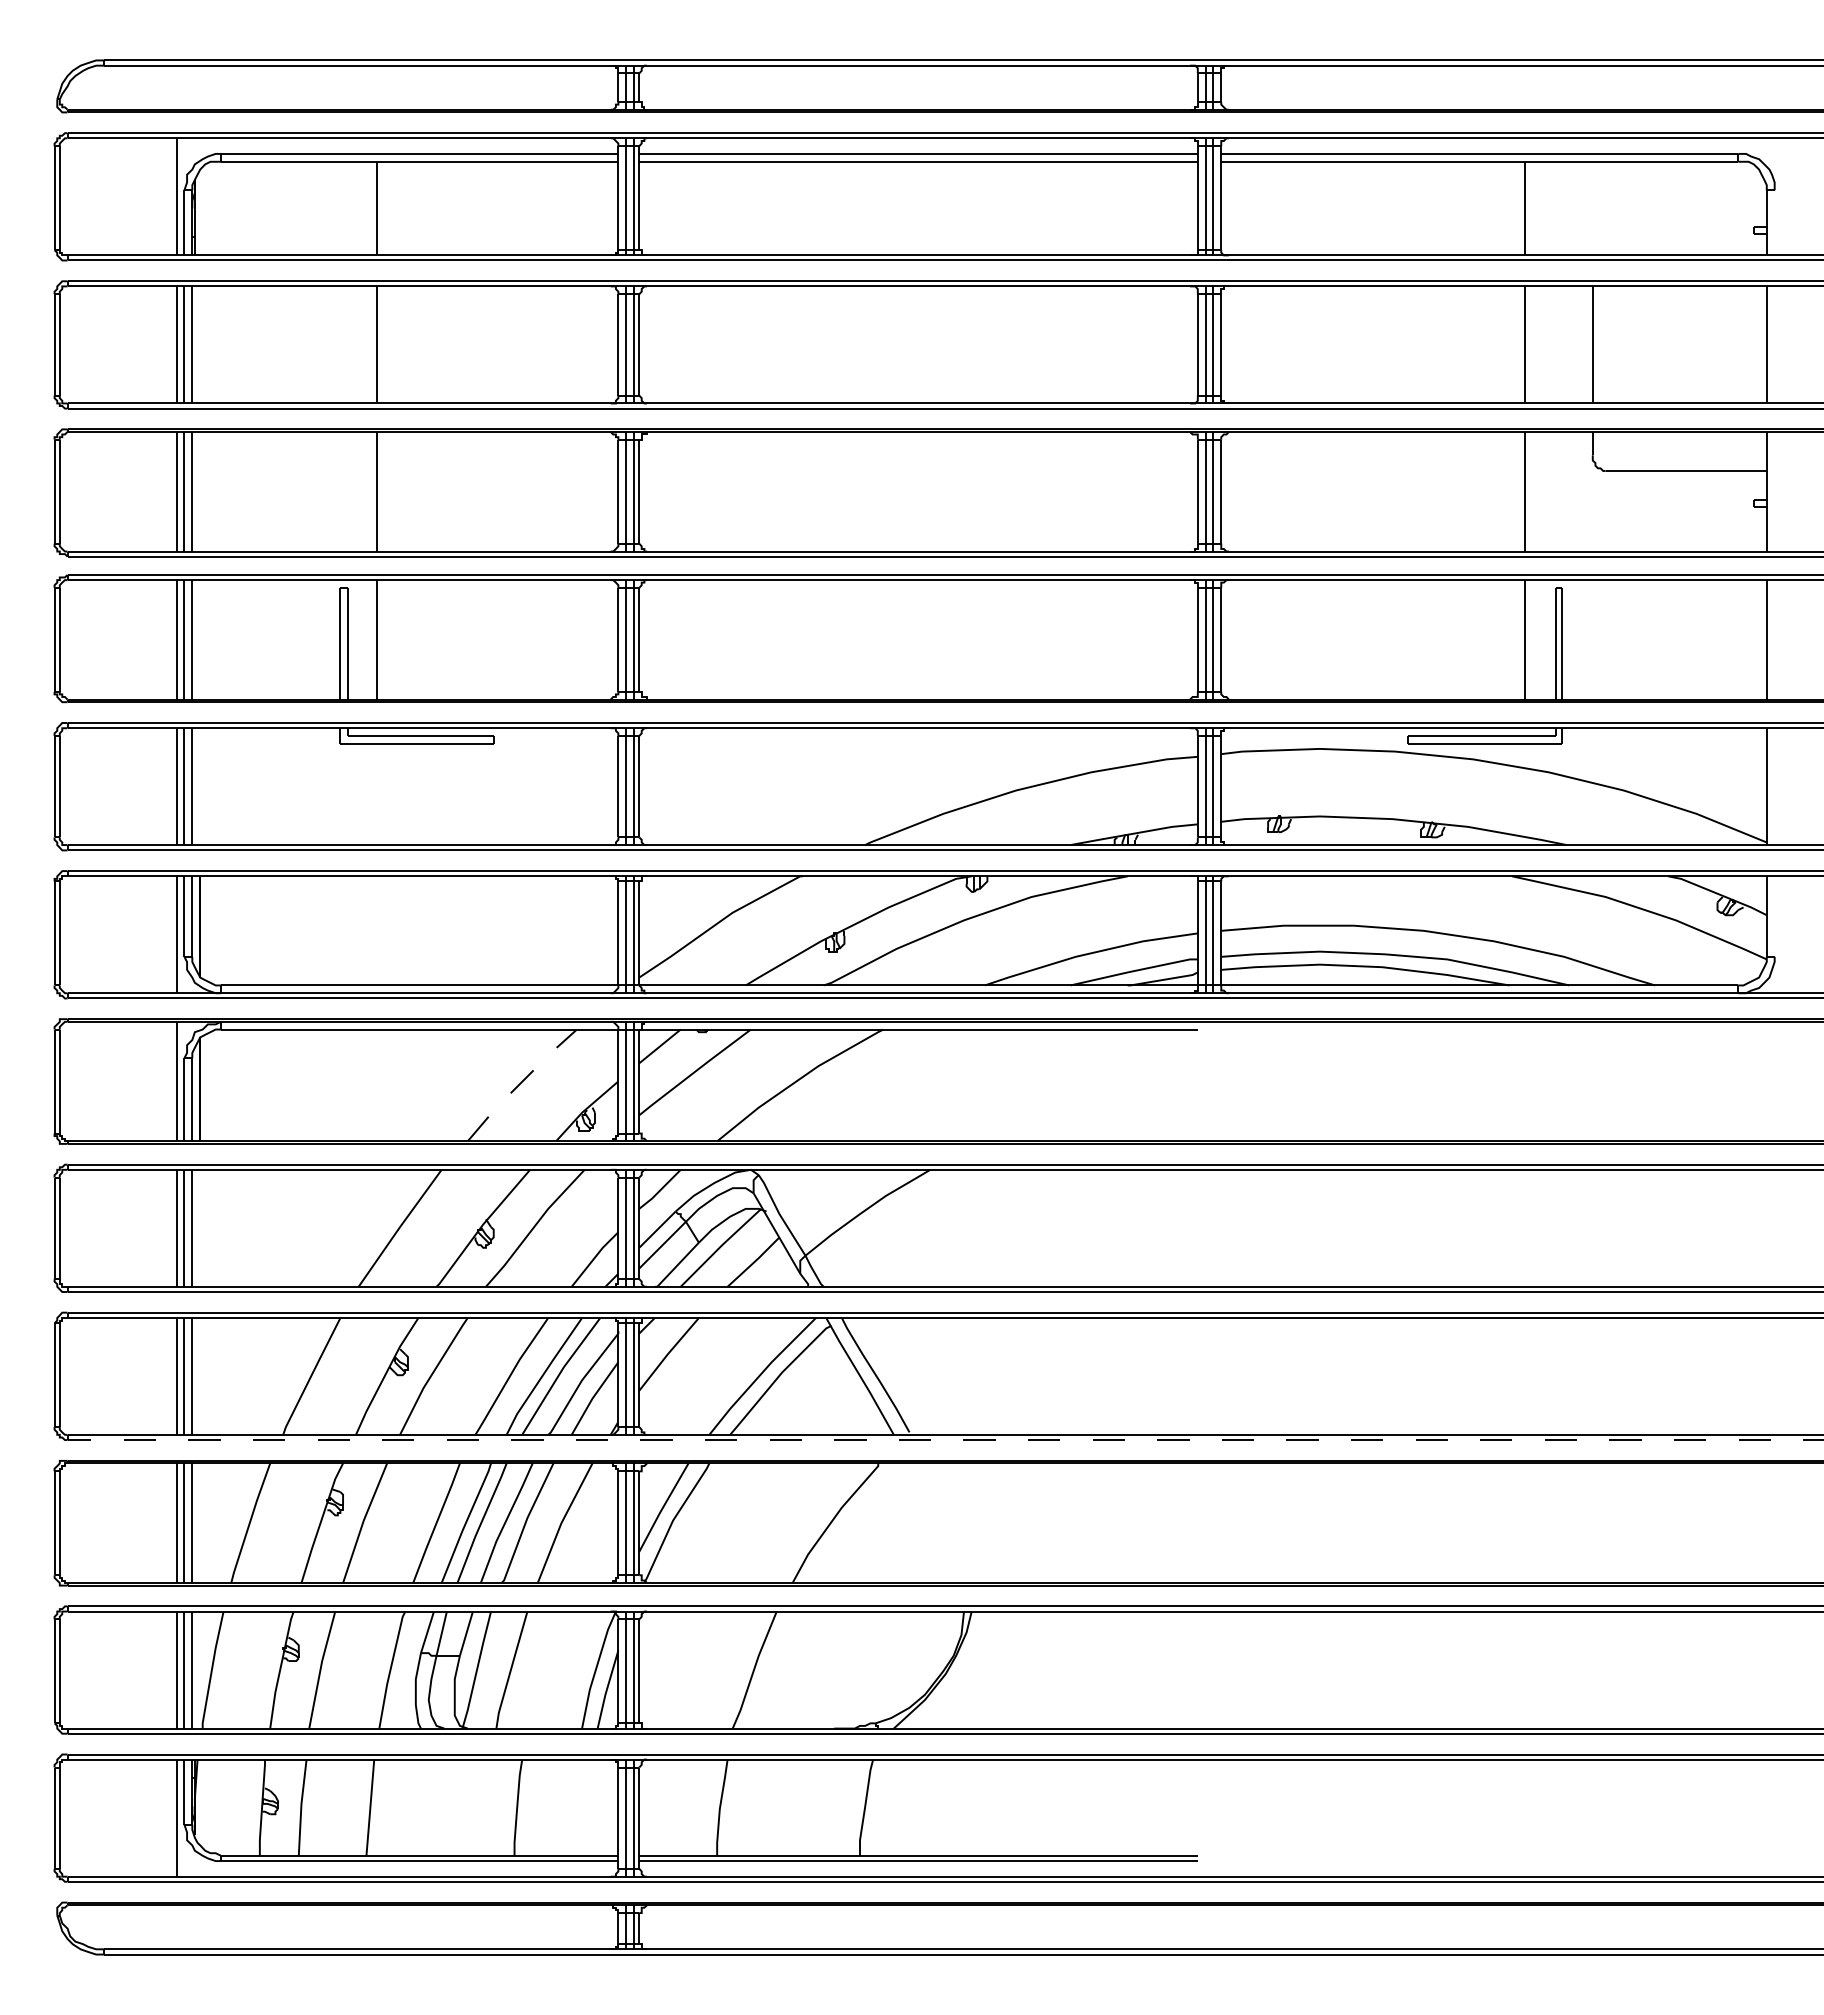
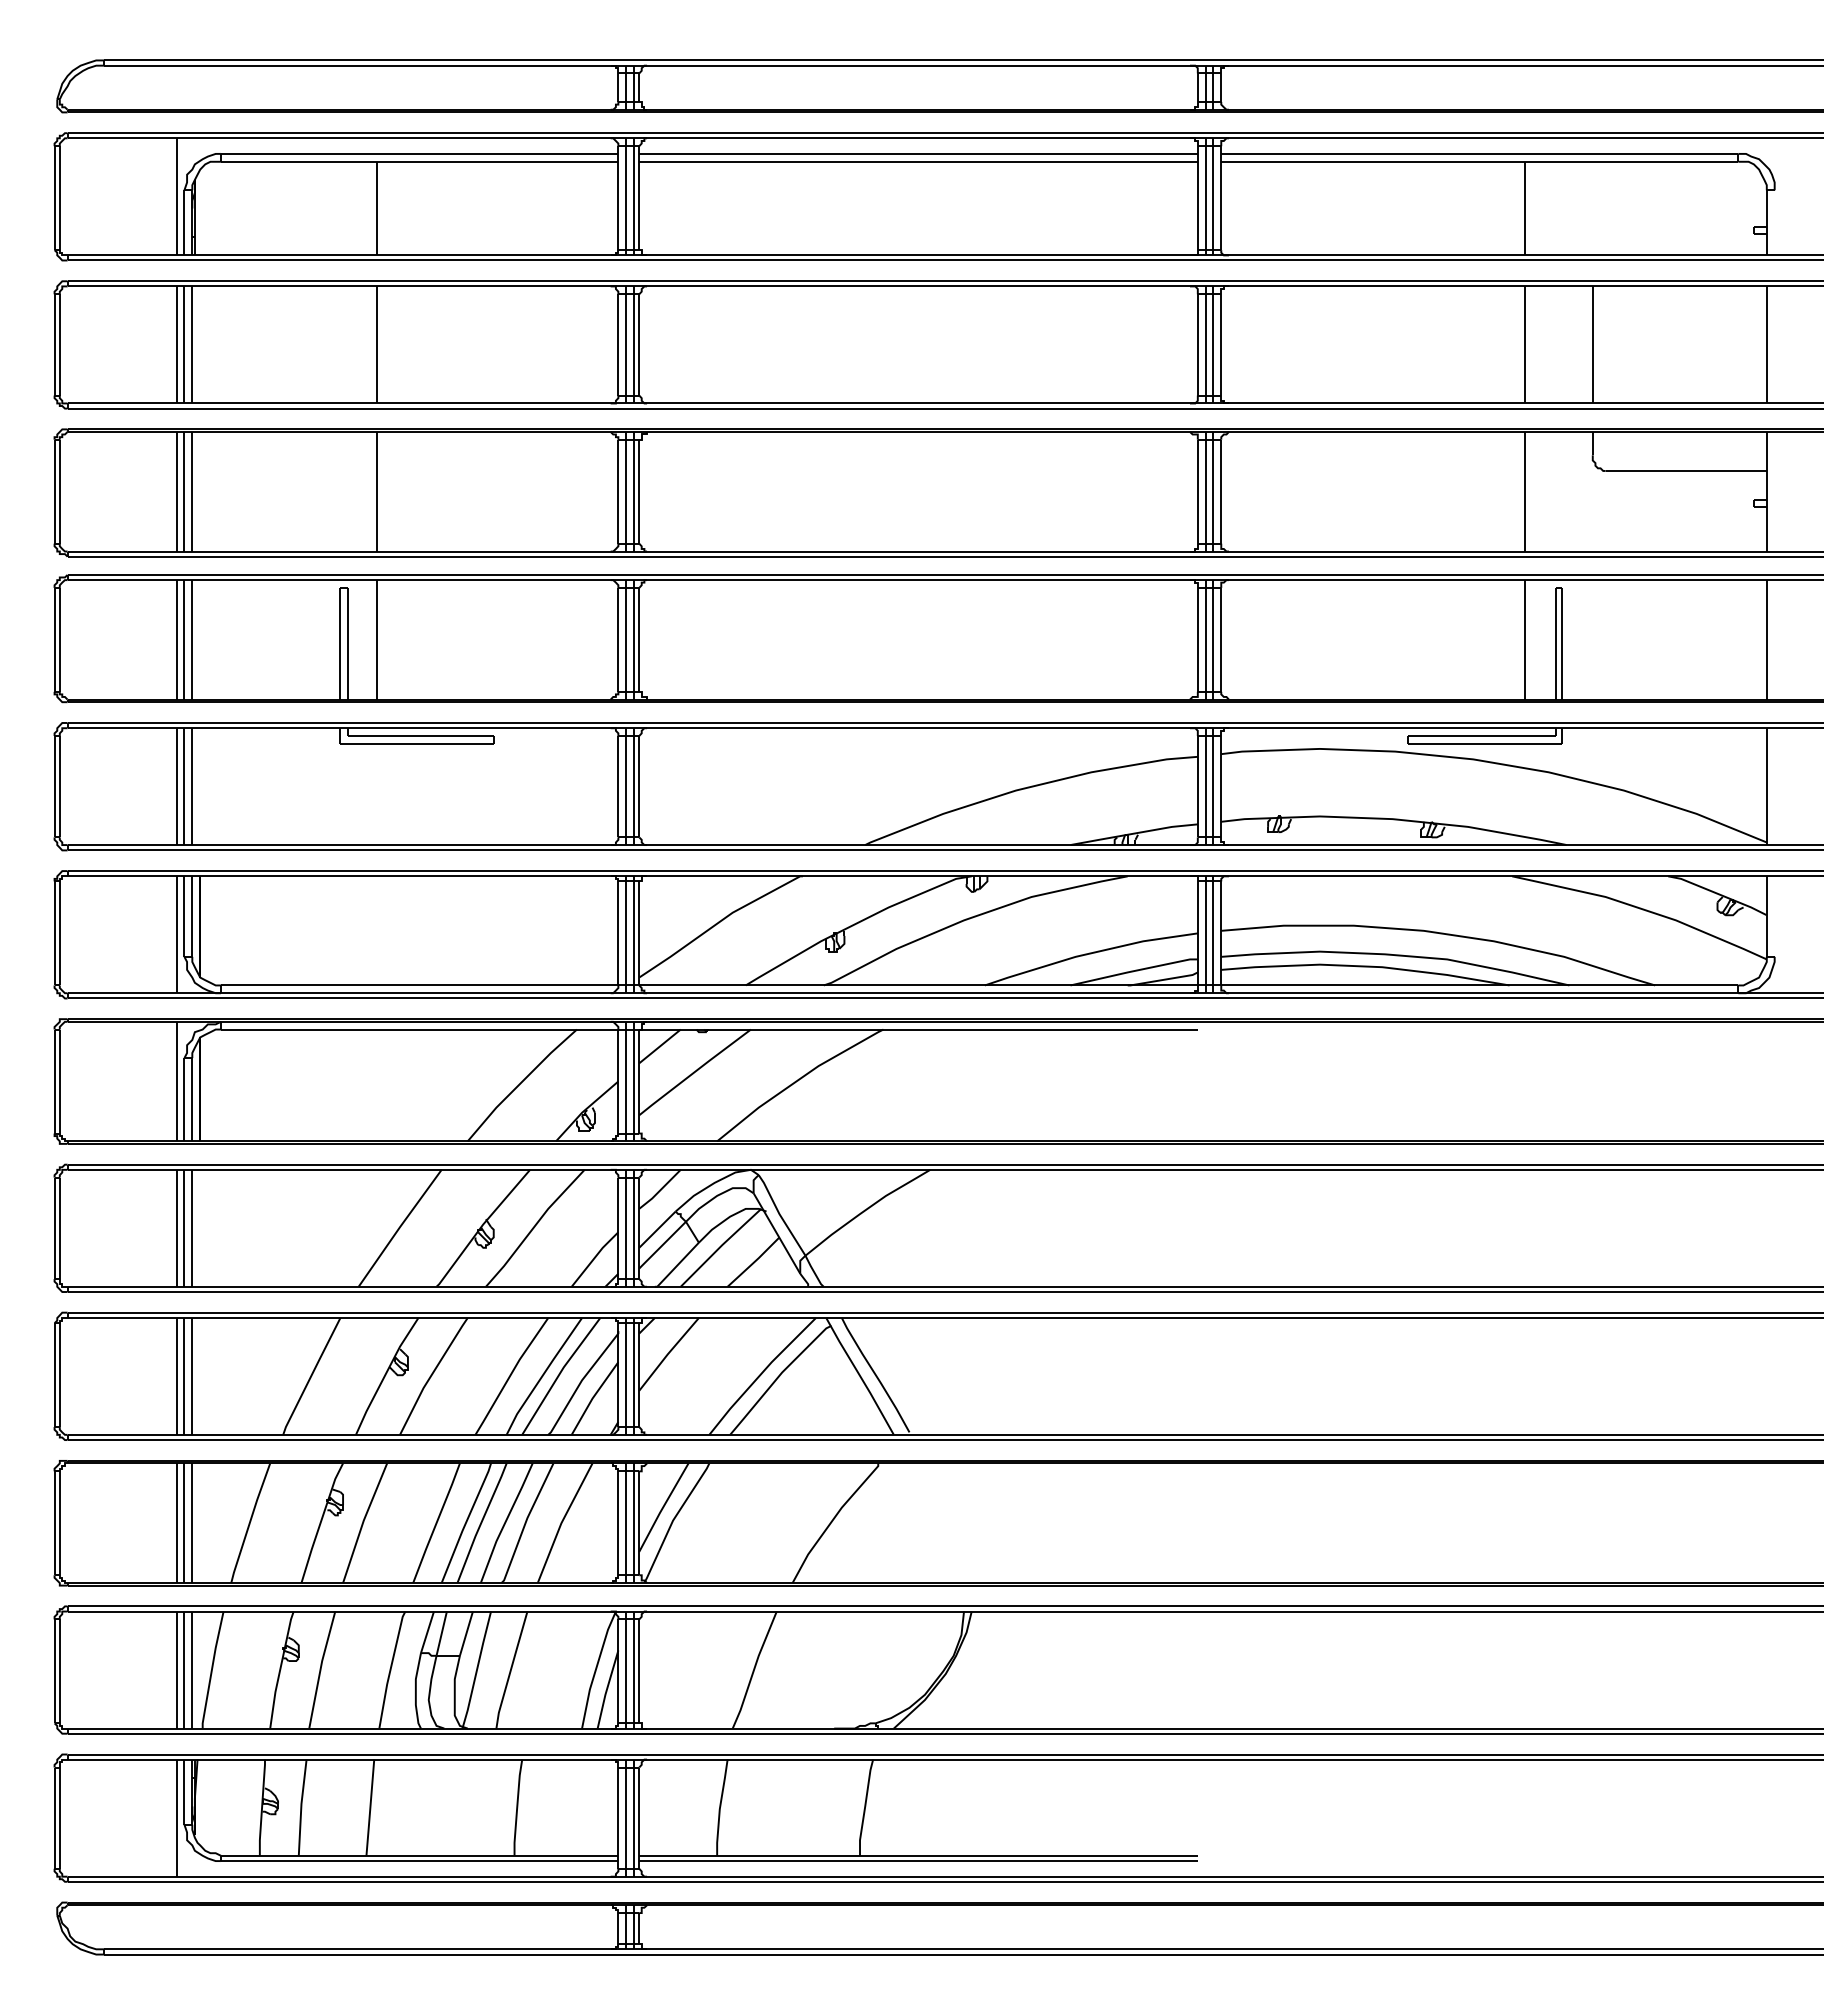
line at (520, 1083): dashed -> solid
line at (945, 1440): dashed -> solid
